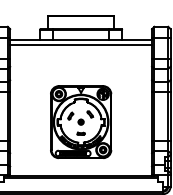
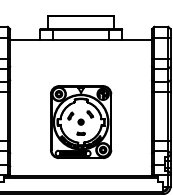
line at (81, 45): present -> none
